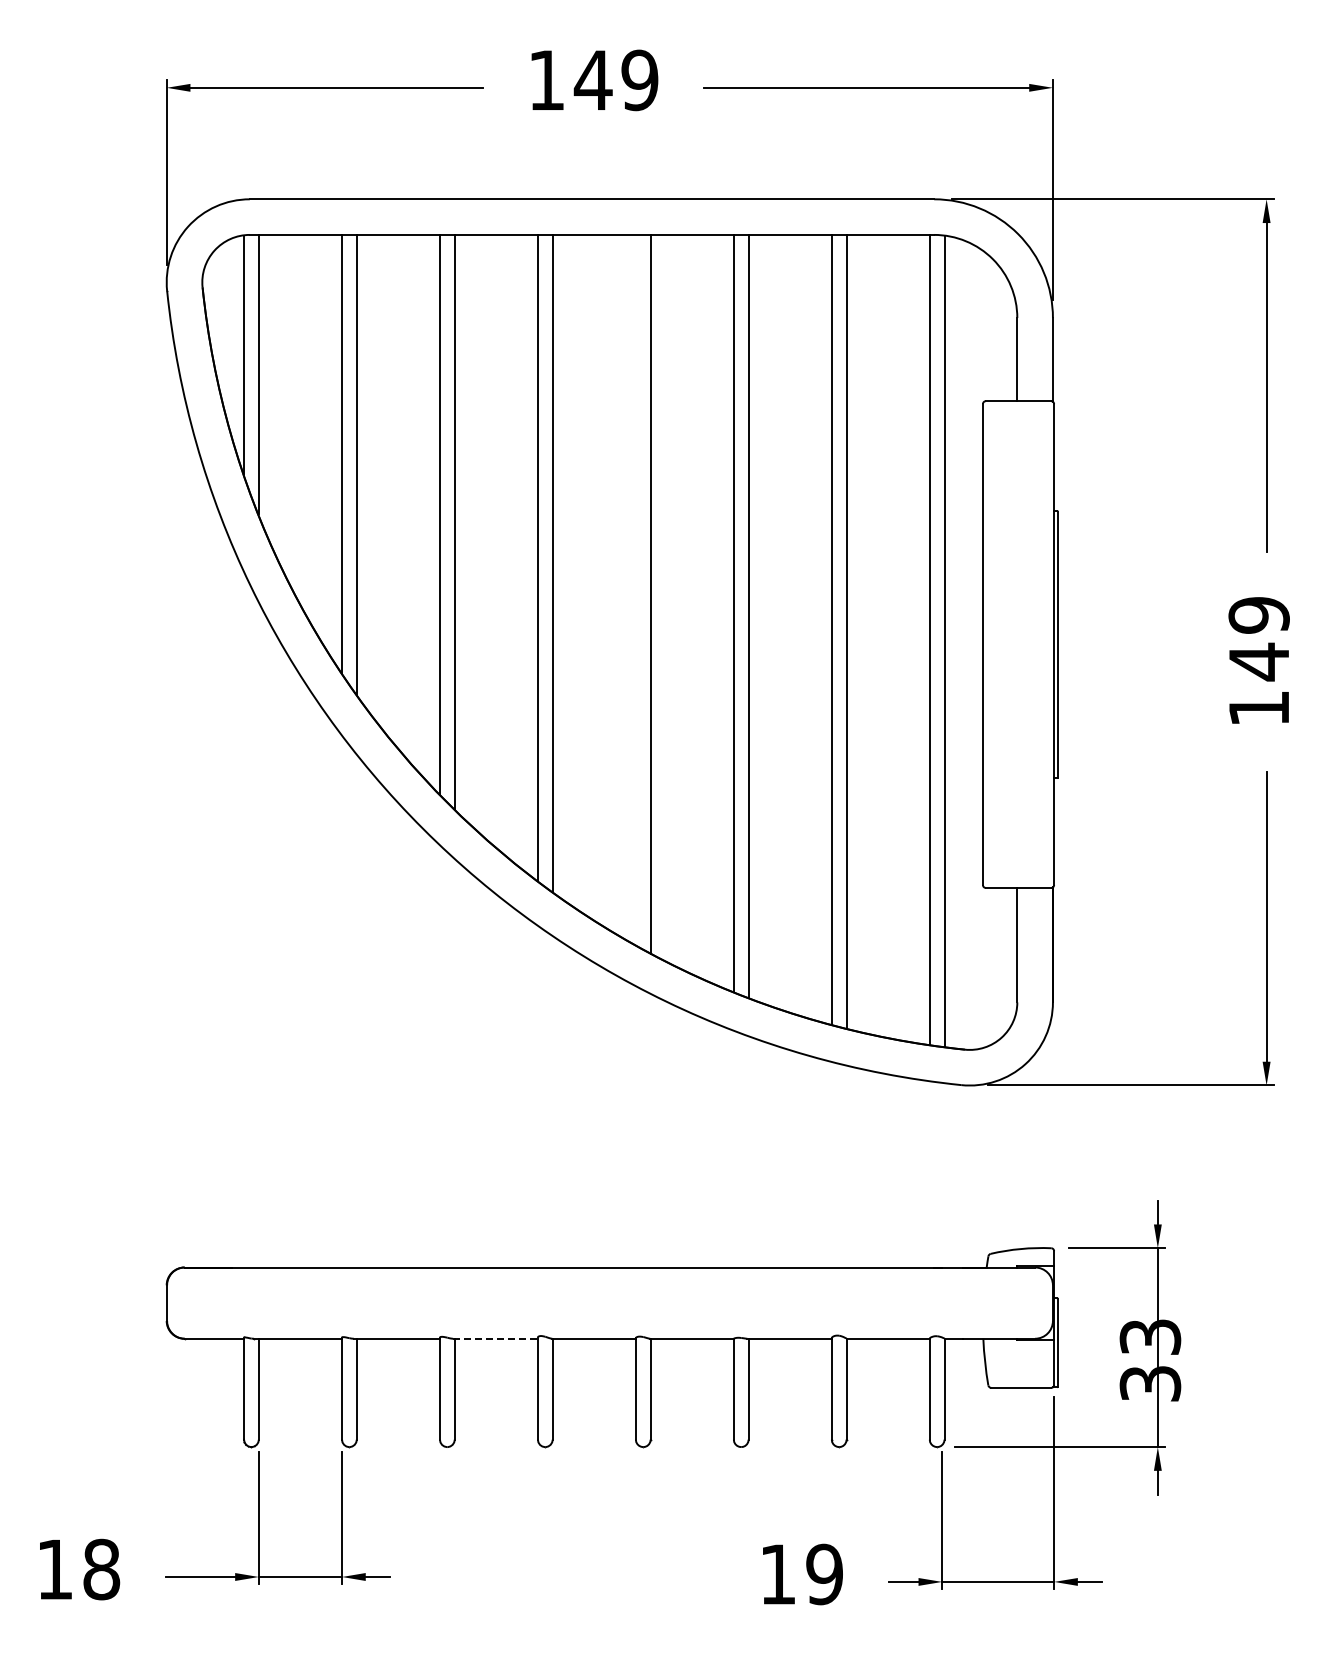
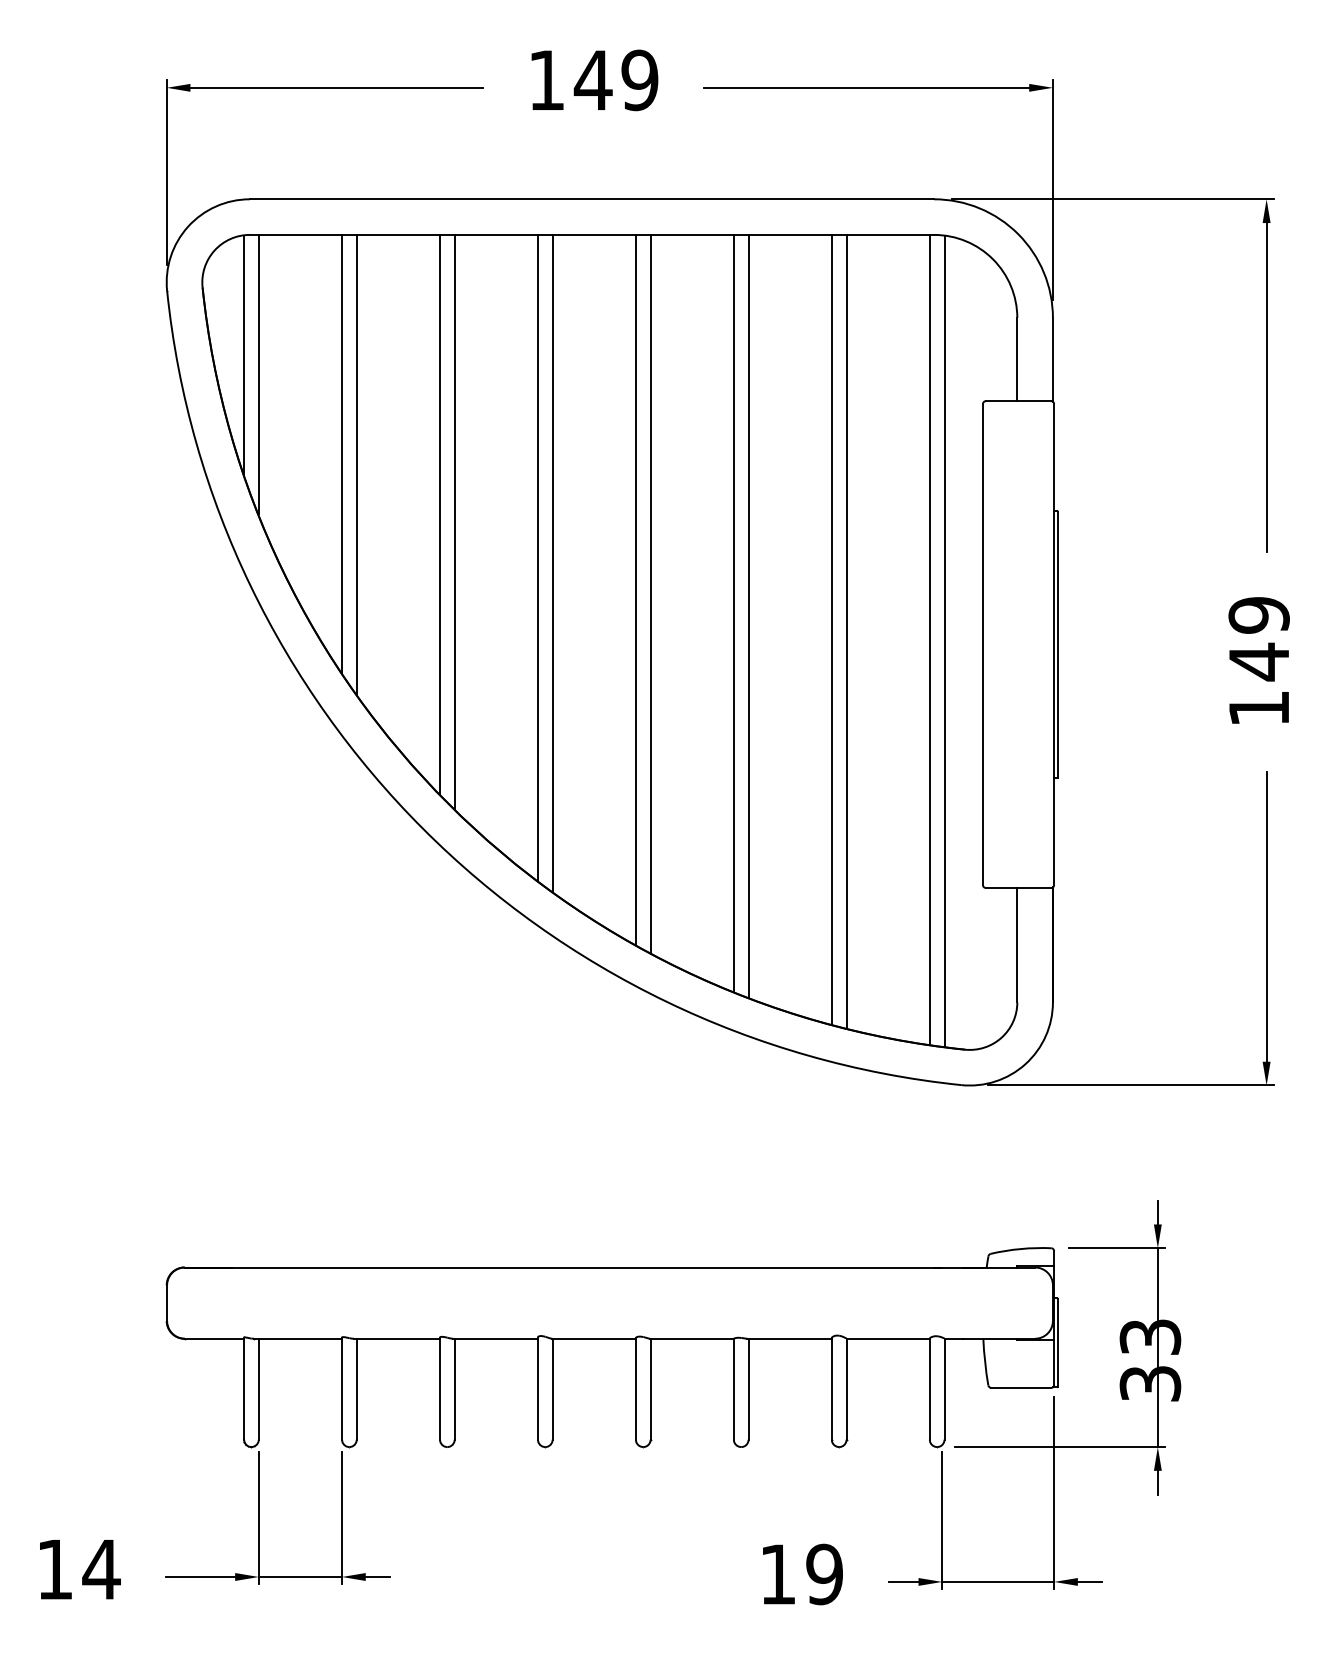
line at (635, 589): none -> present
line at (496, 1338): dashed -> solid
text at (101, 1569): 18 -> 14
